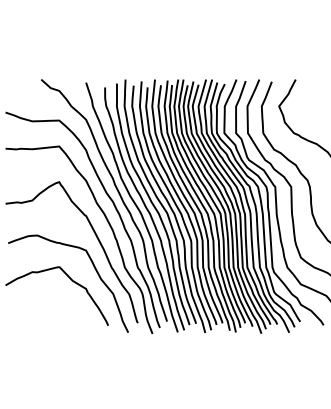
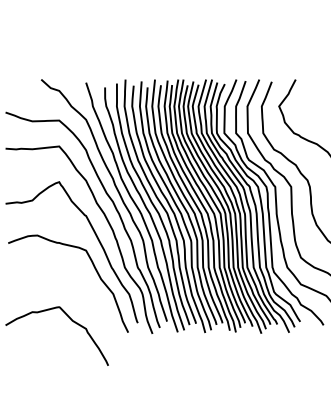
curve at (71, 280) position: (71, 280) -> (71, 320)
